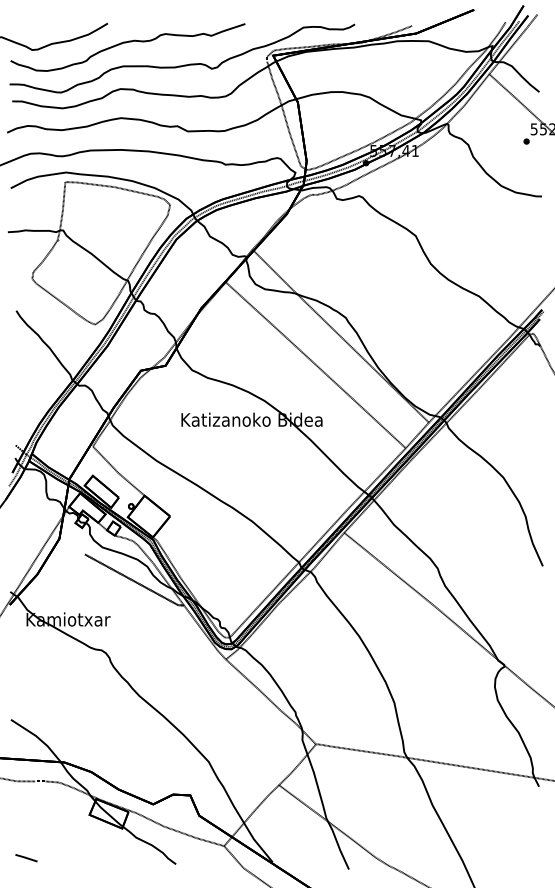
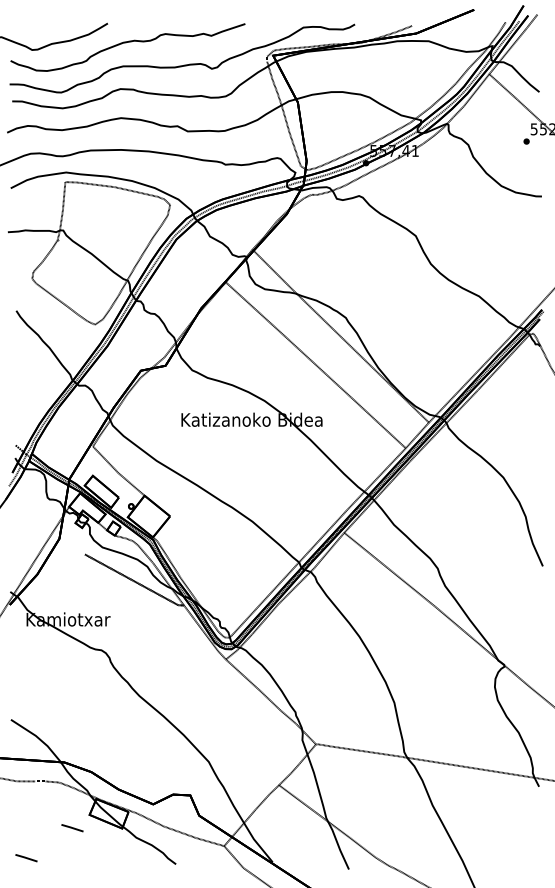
line at (72, 828): none -> present
